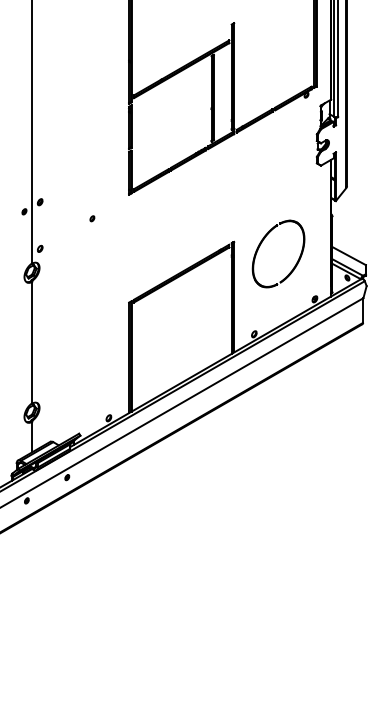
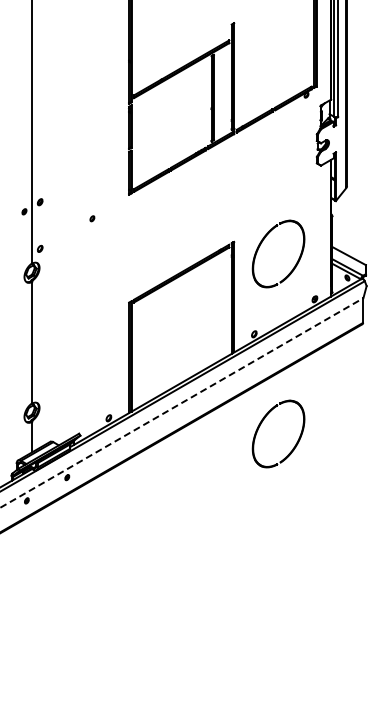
line at (181, 403): solid -> dashed
part at (263, 421): none -> present
